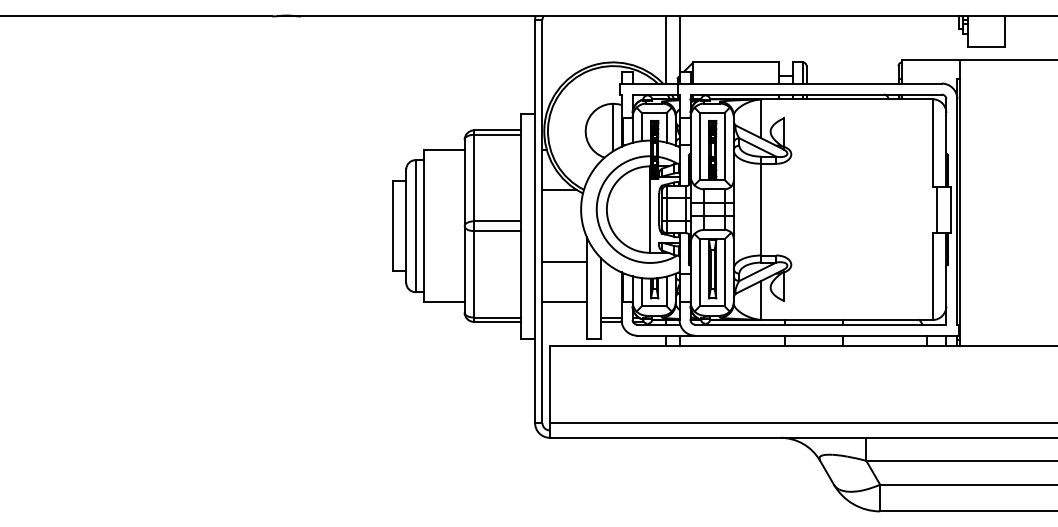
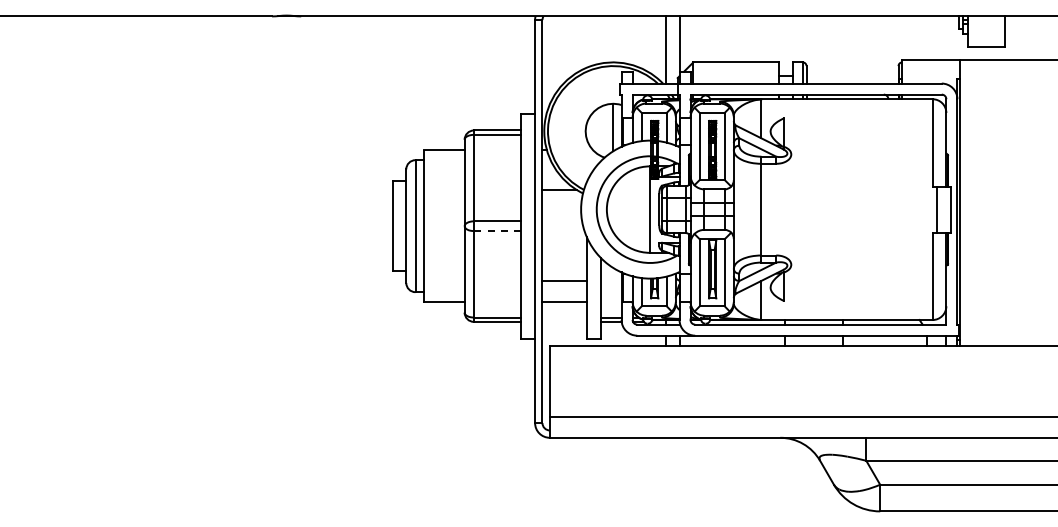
line at (496, 231): solid -> dashed
line at (564, 262) position: (564, 262) -> (564, 281)
line at (801, 423) position: (801, 423) -> (801, 417)
